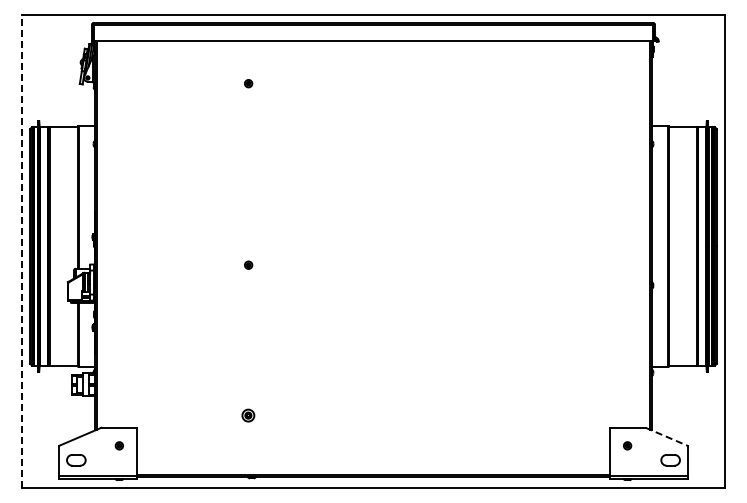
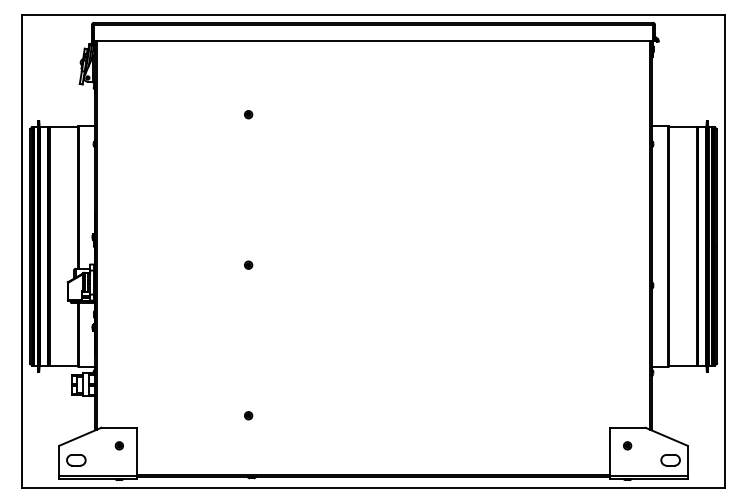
part at (248, 83) position: (248, 83) -> (248, 114)
line at (22, 250): dashed -> solid
part at (248, 415) size: 15x15 px -> 10x10 px
line at (666, 436): dashed -> solid
